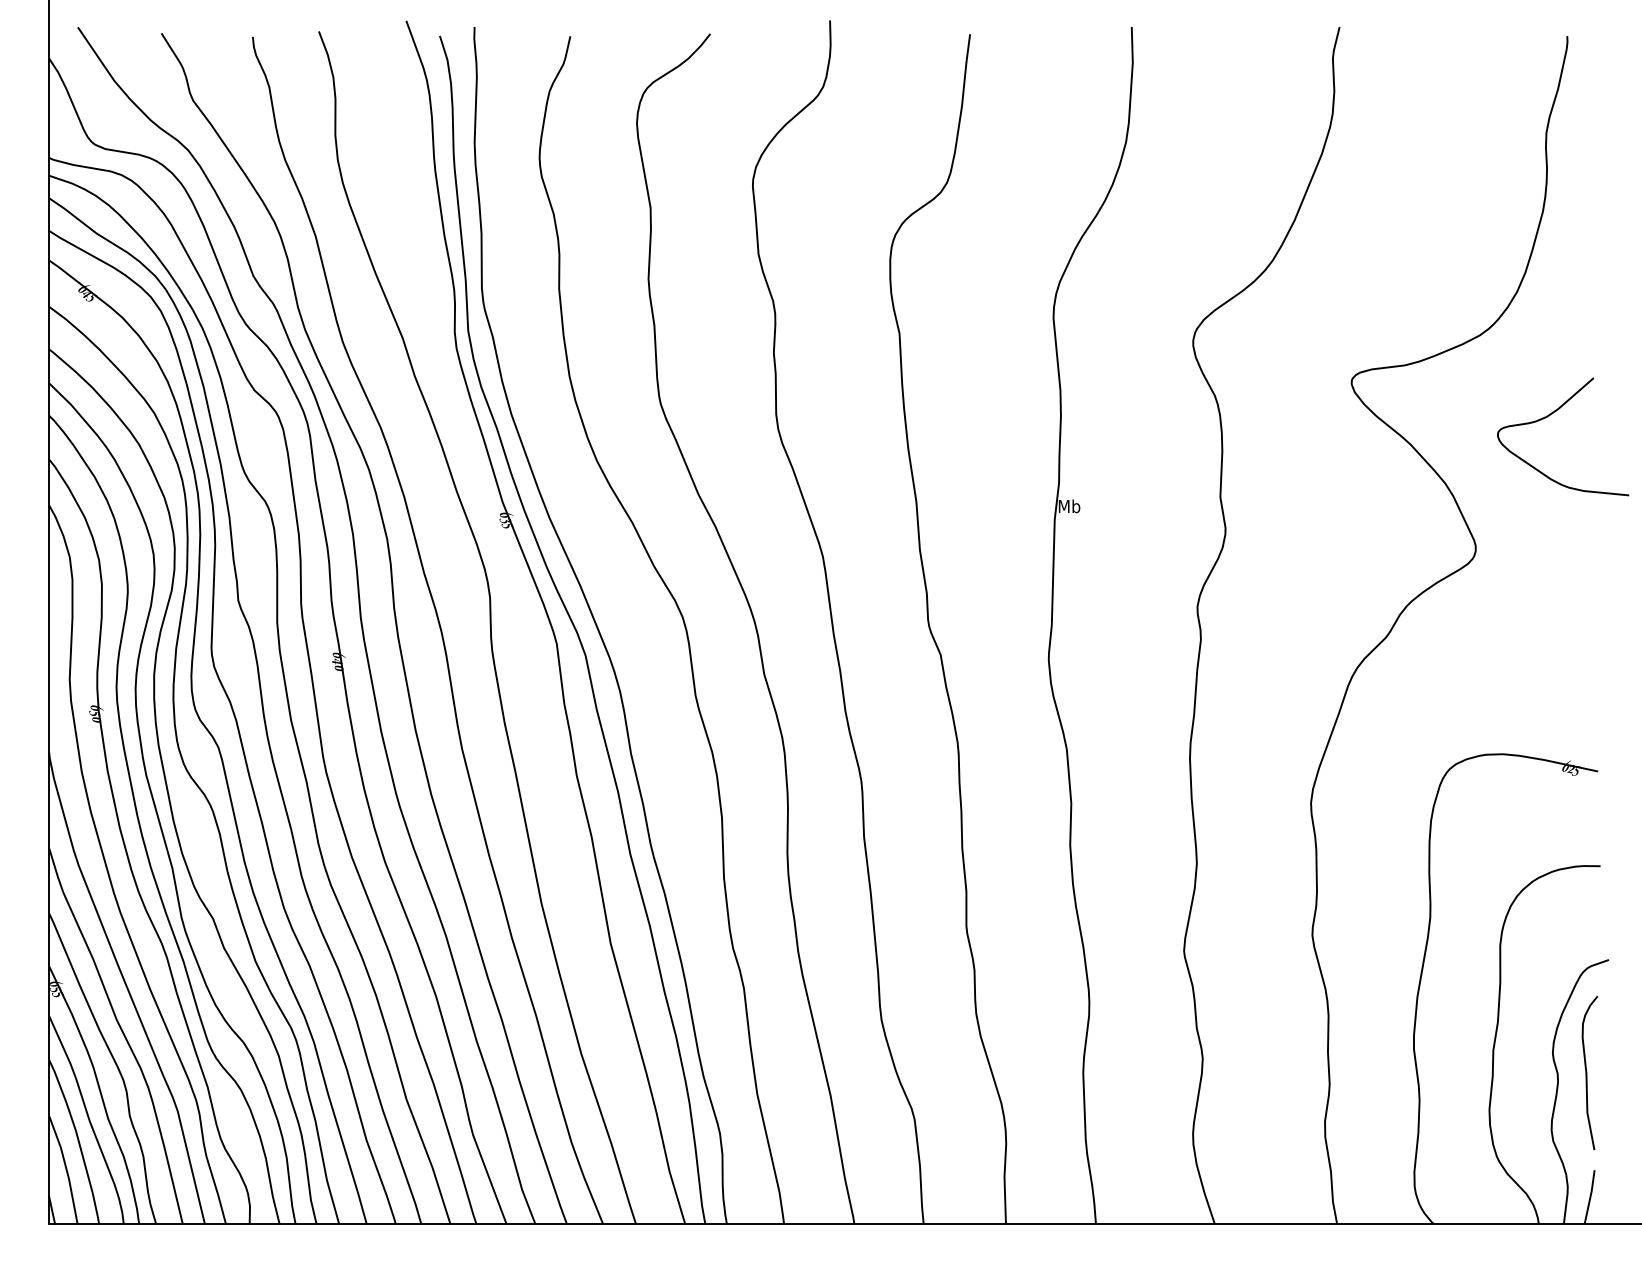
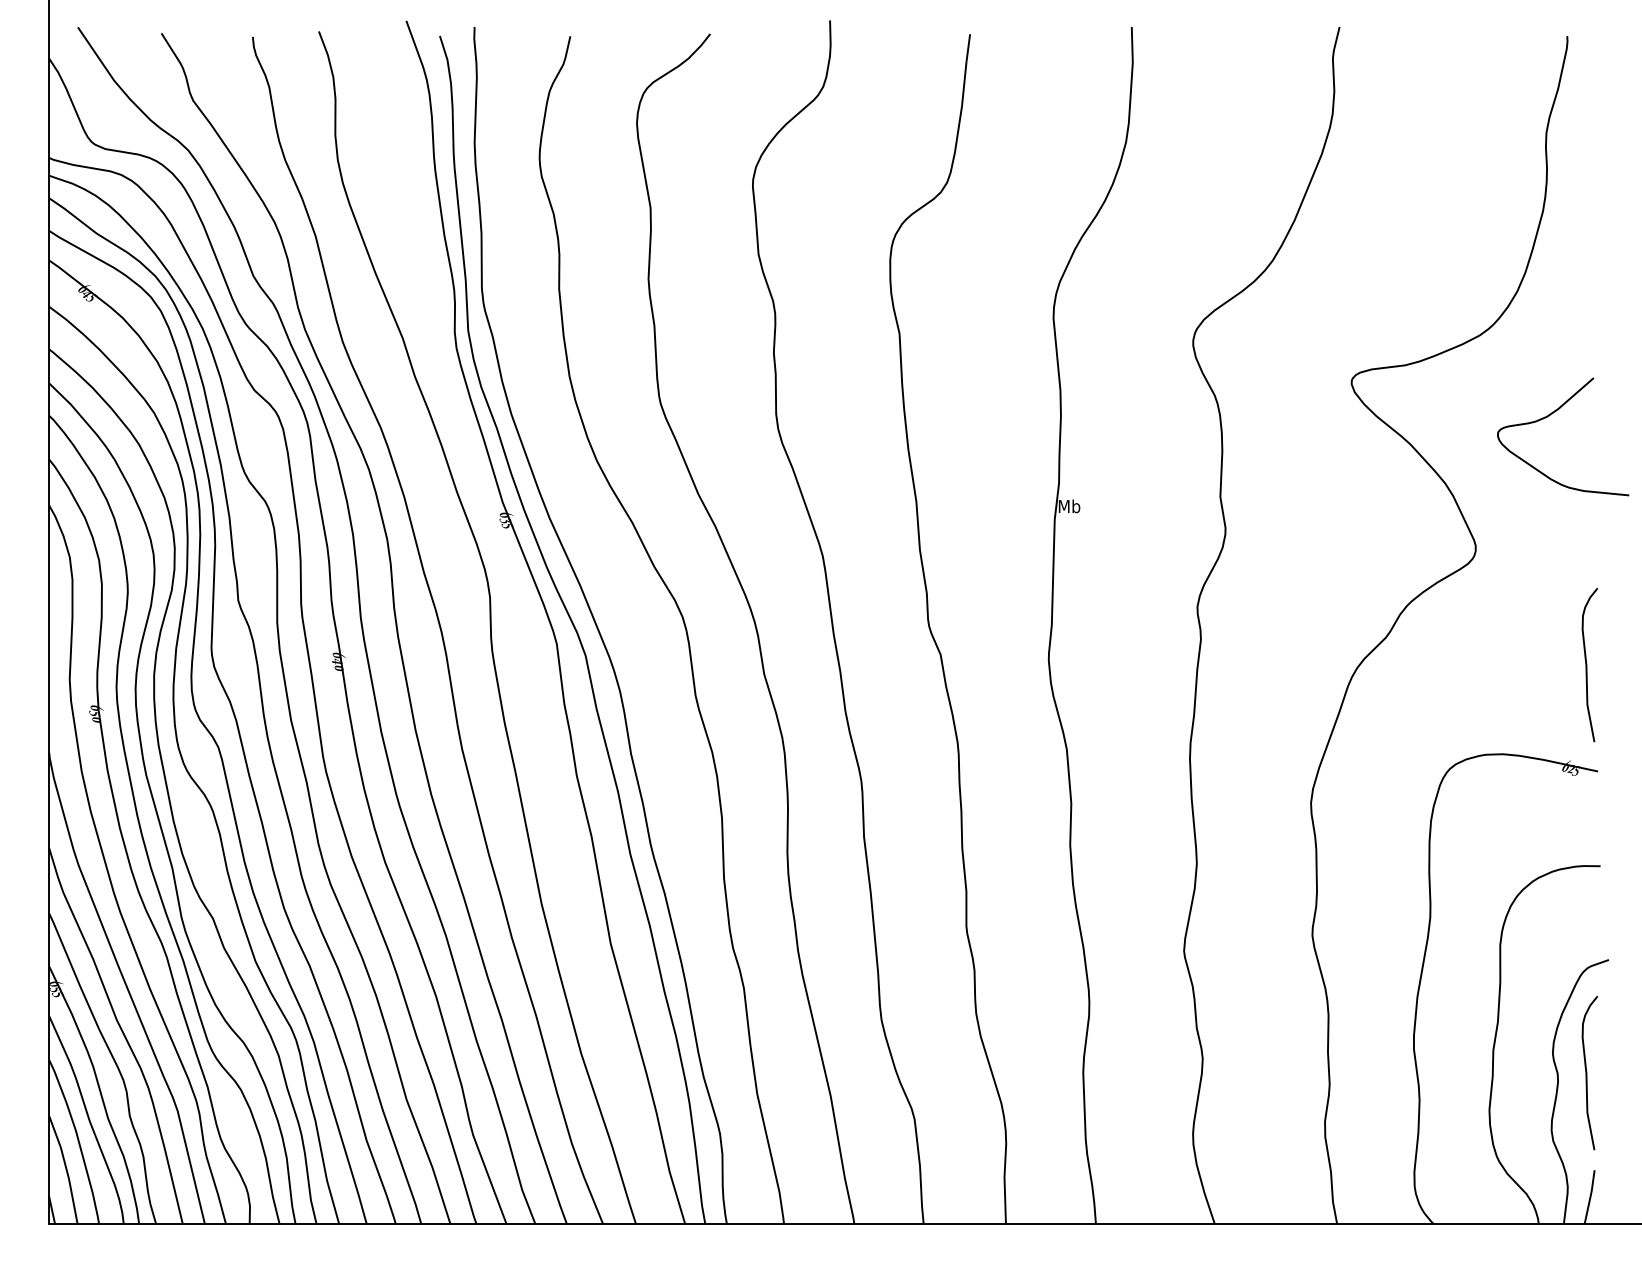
curve at (1587, 665): none -> present
